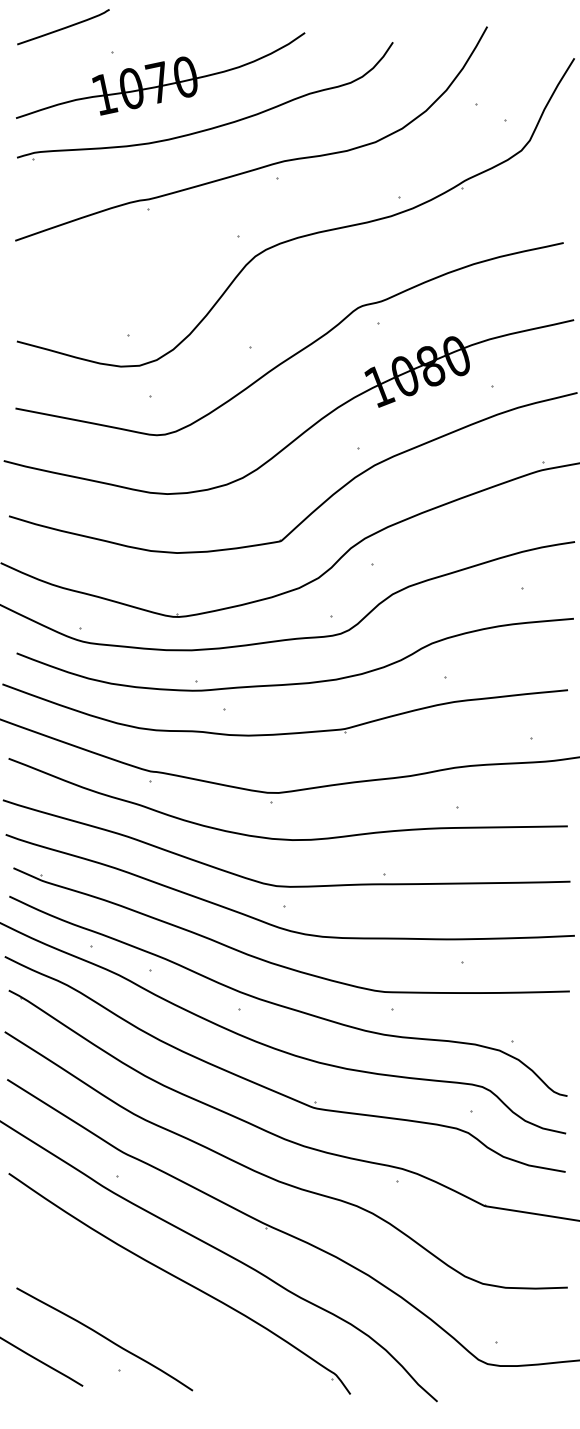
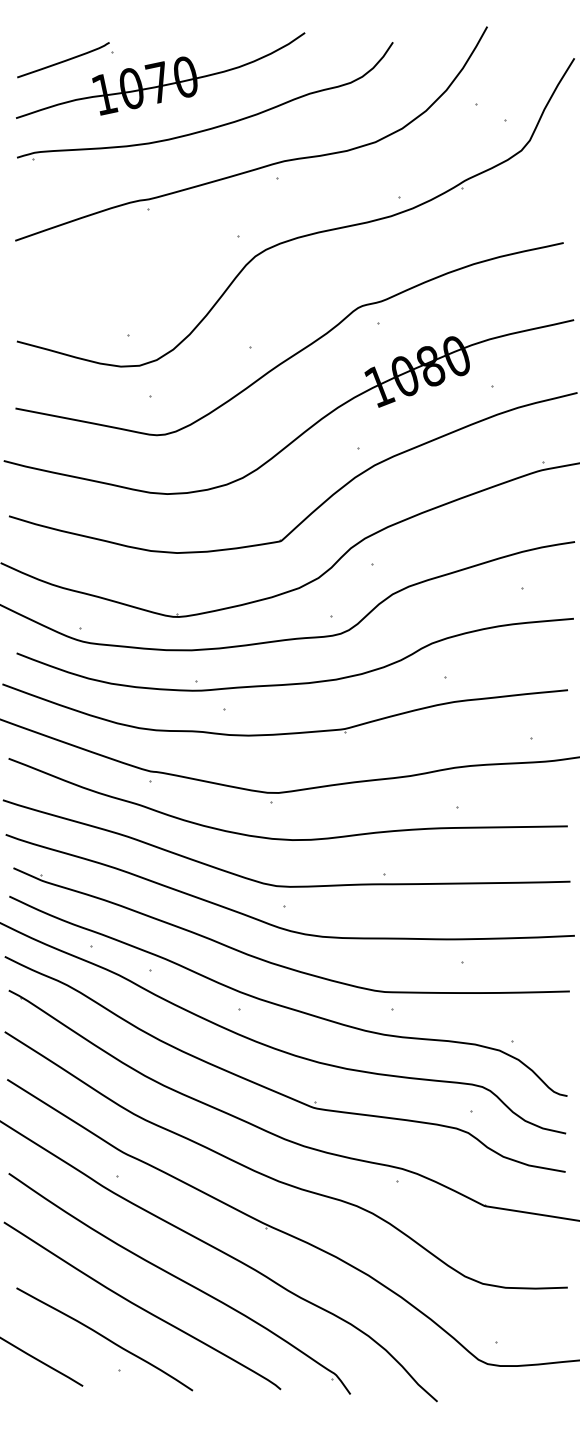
curve at (63, 27) position: (63, 27) -> (63, 60)
curve at (142, 1307): none -> present
